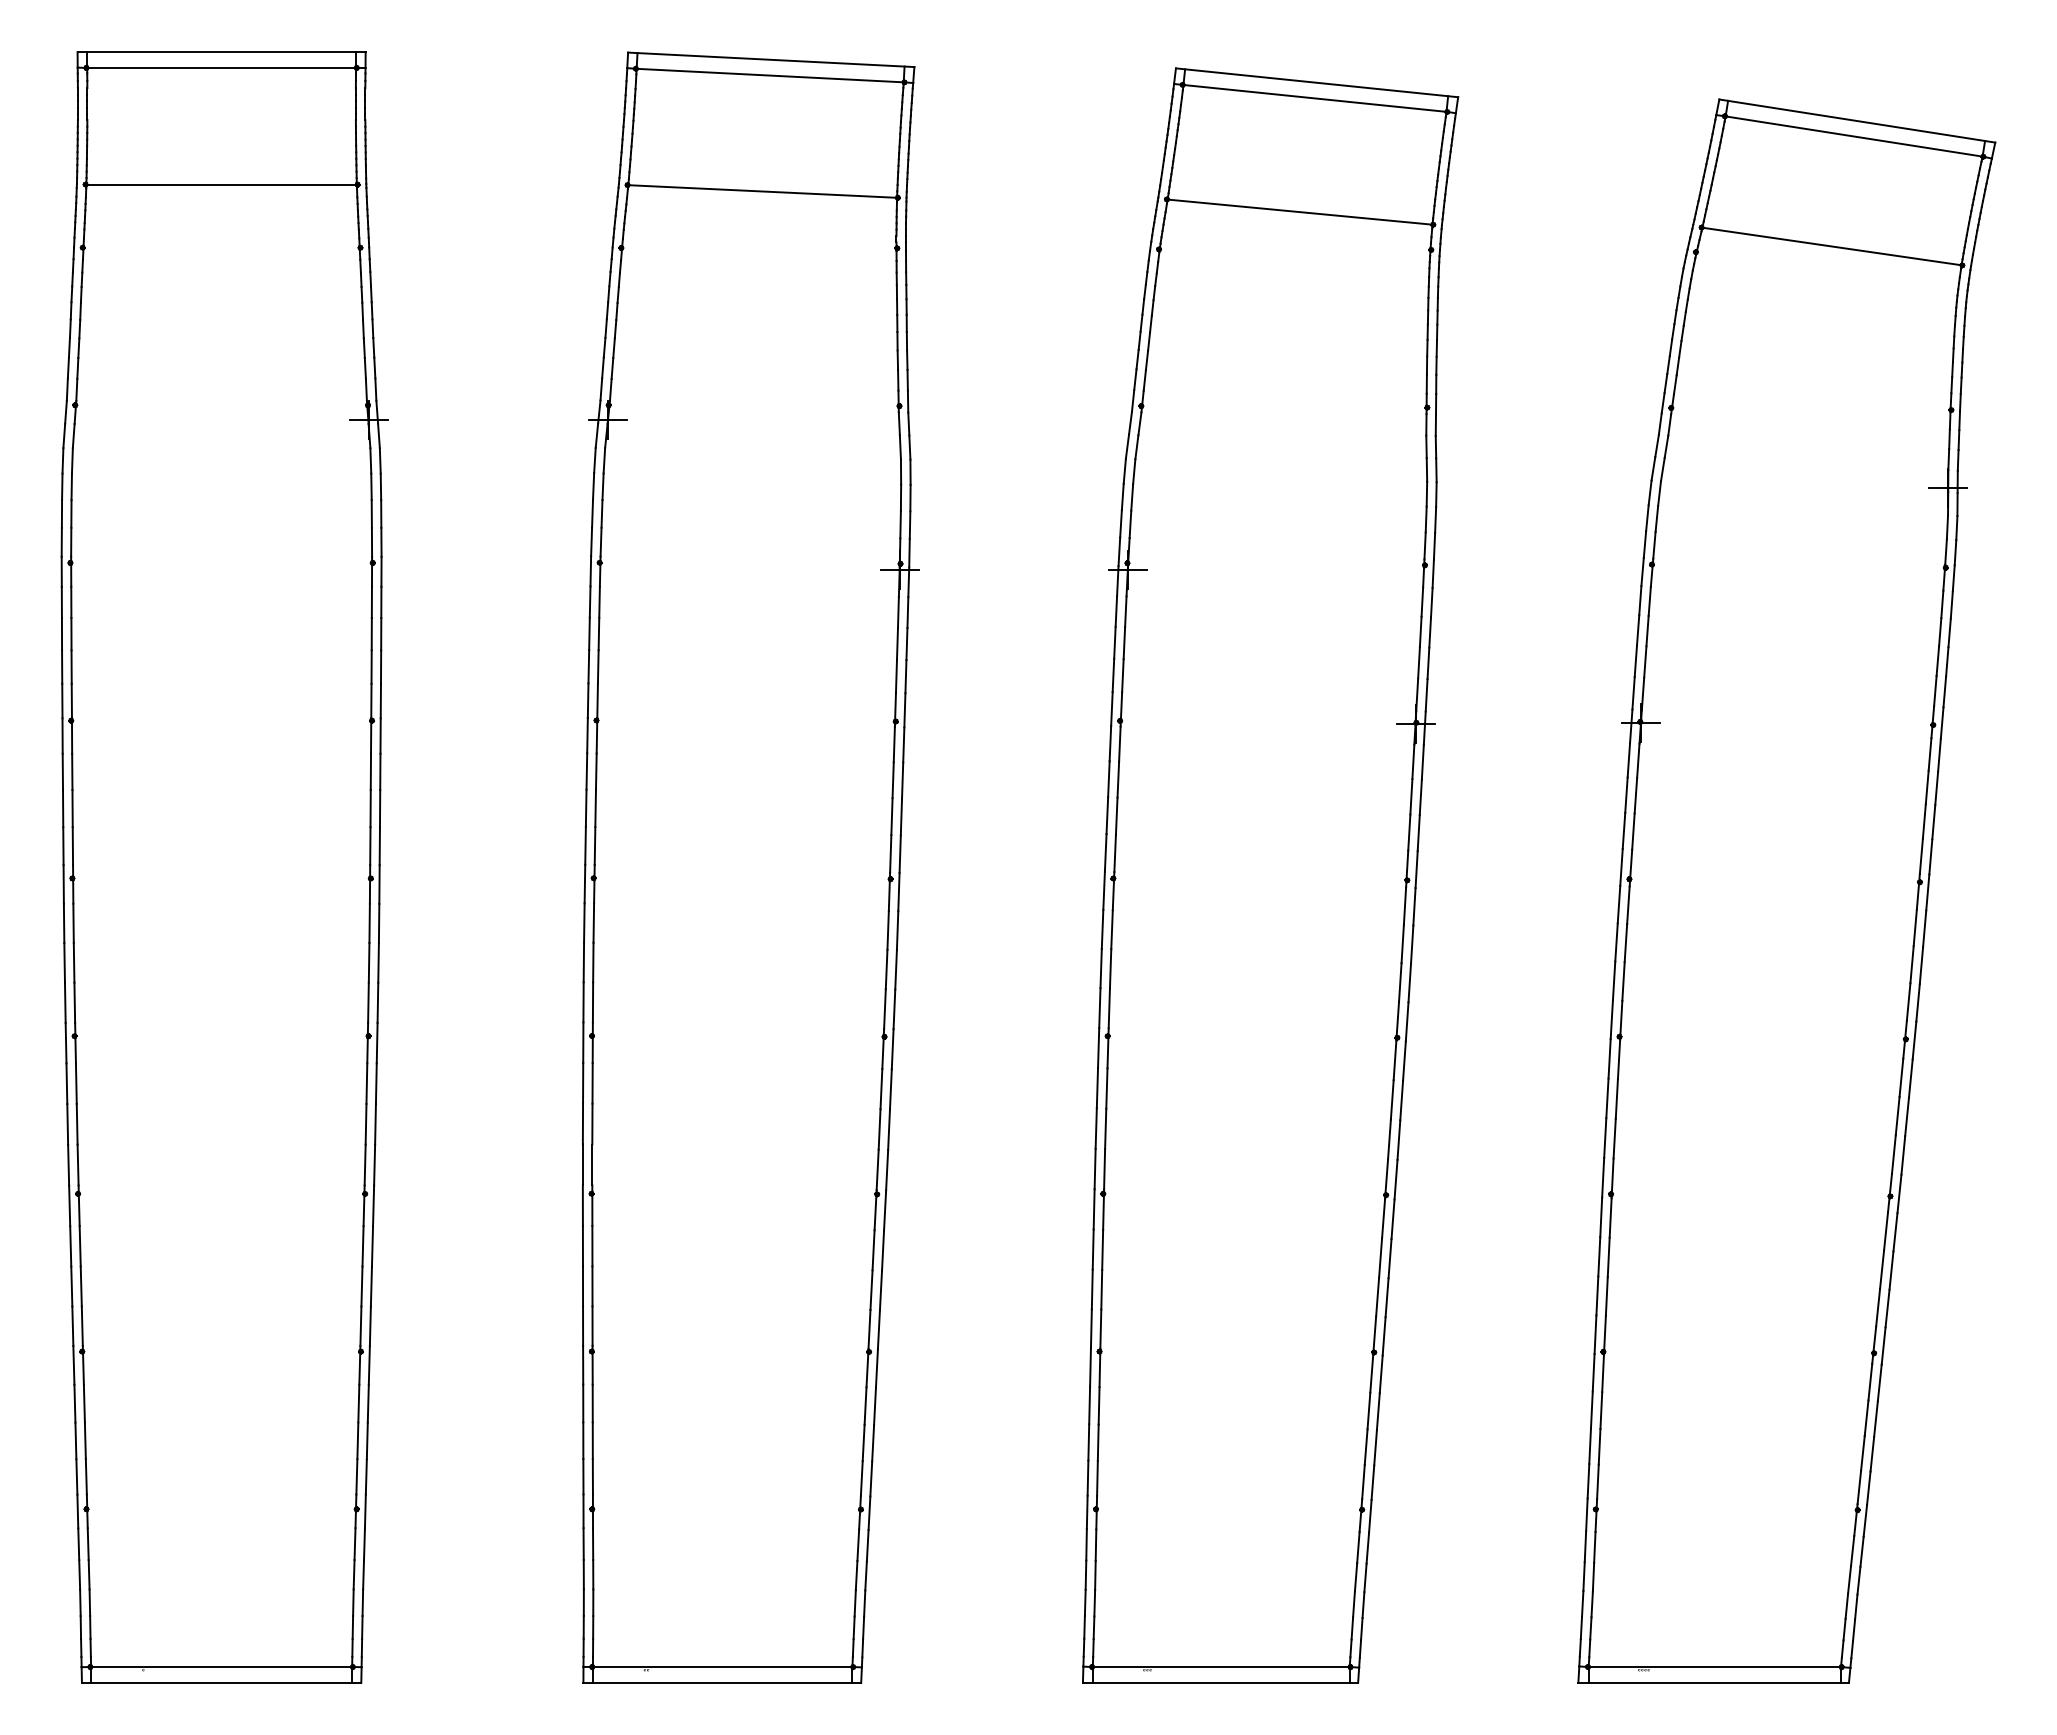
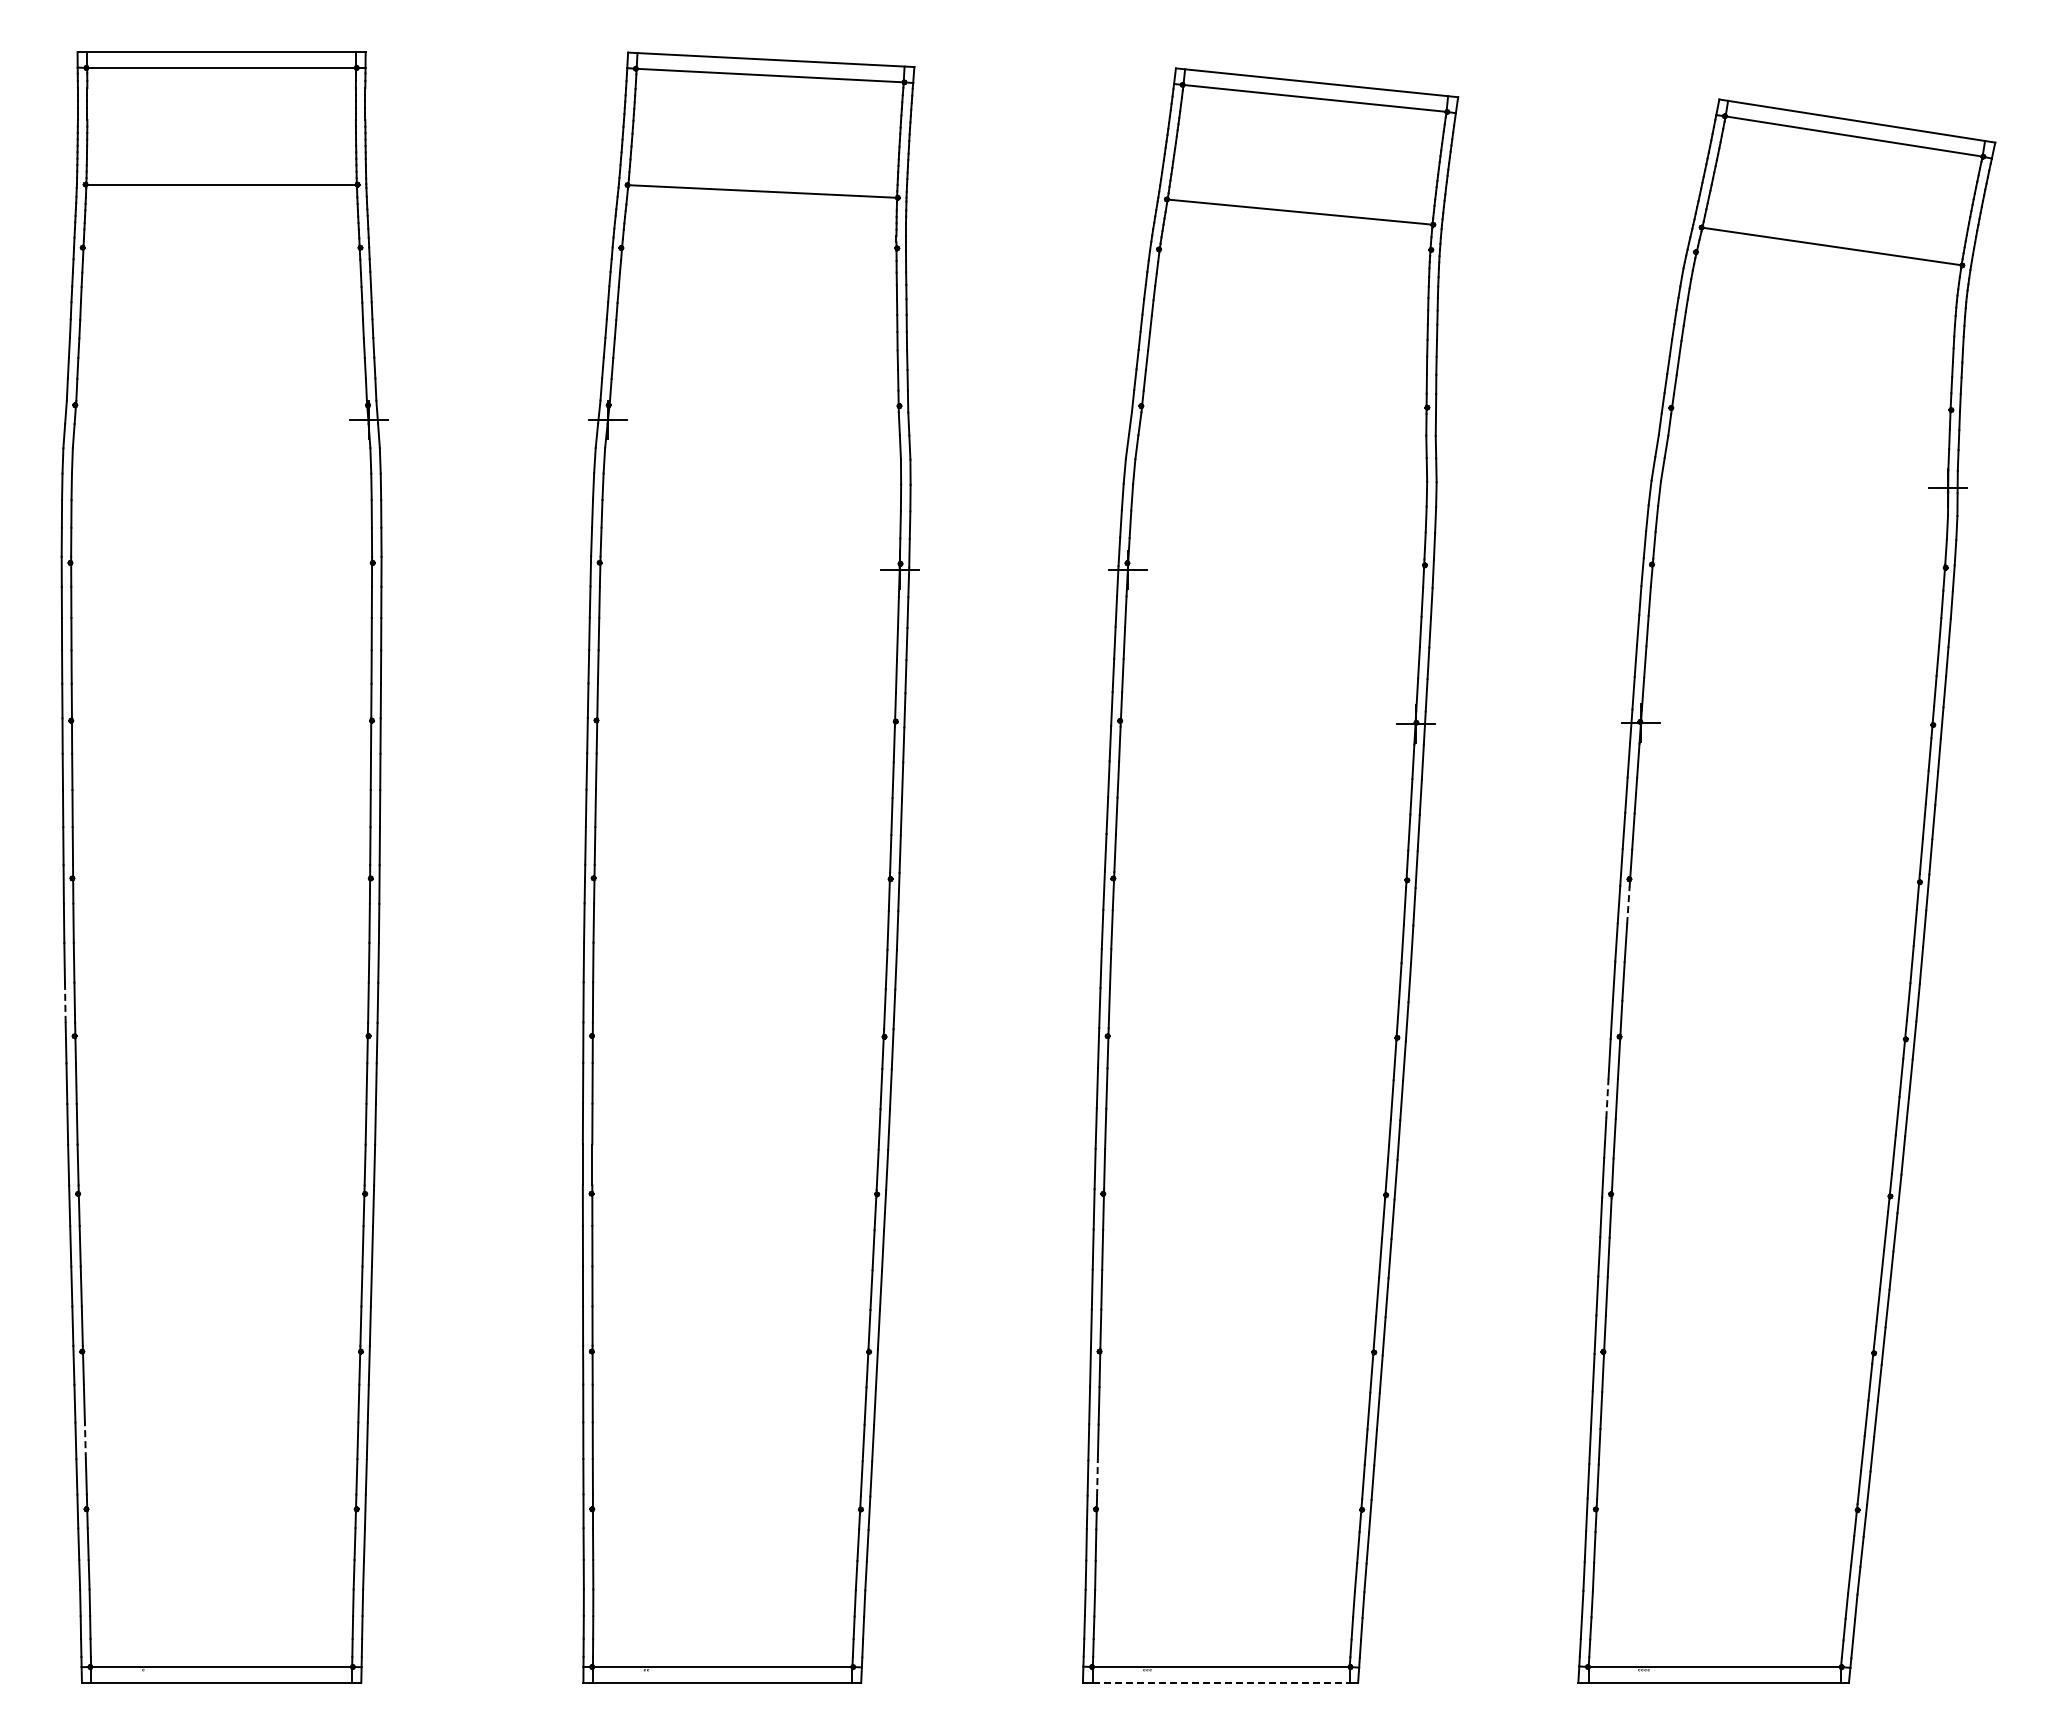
line at (1628, 905): solid -> dashed
line at (65, 1002): solid -> dashed
line at (1607, 1098): solid -> dashed
line at (85, 1440): solid -> dashed
line at (1097, 1478): solid -> dashed
line at (1221, 1682): solid -> dashed
